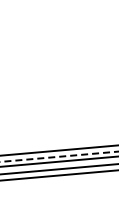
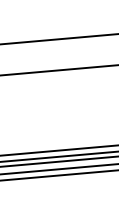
line at (58, 39): none -> present
line at (58, 70): none -> present
line at (60, 156): dashed -> solid
